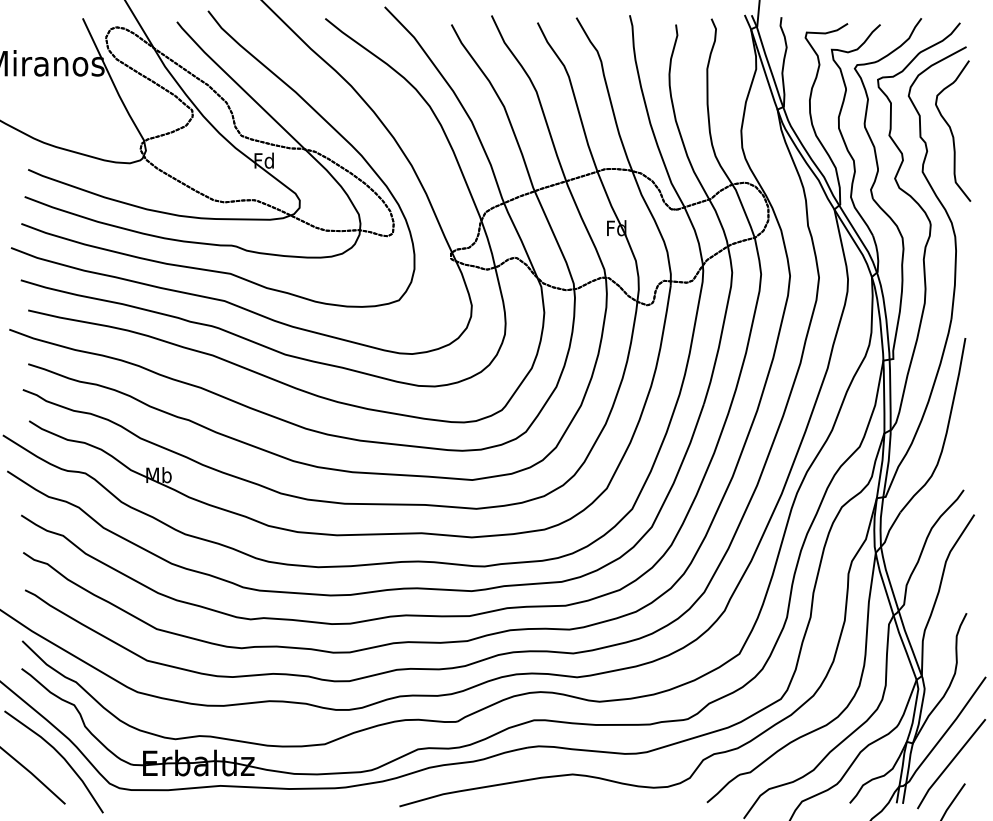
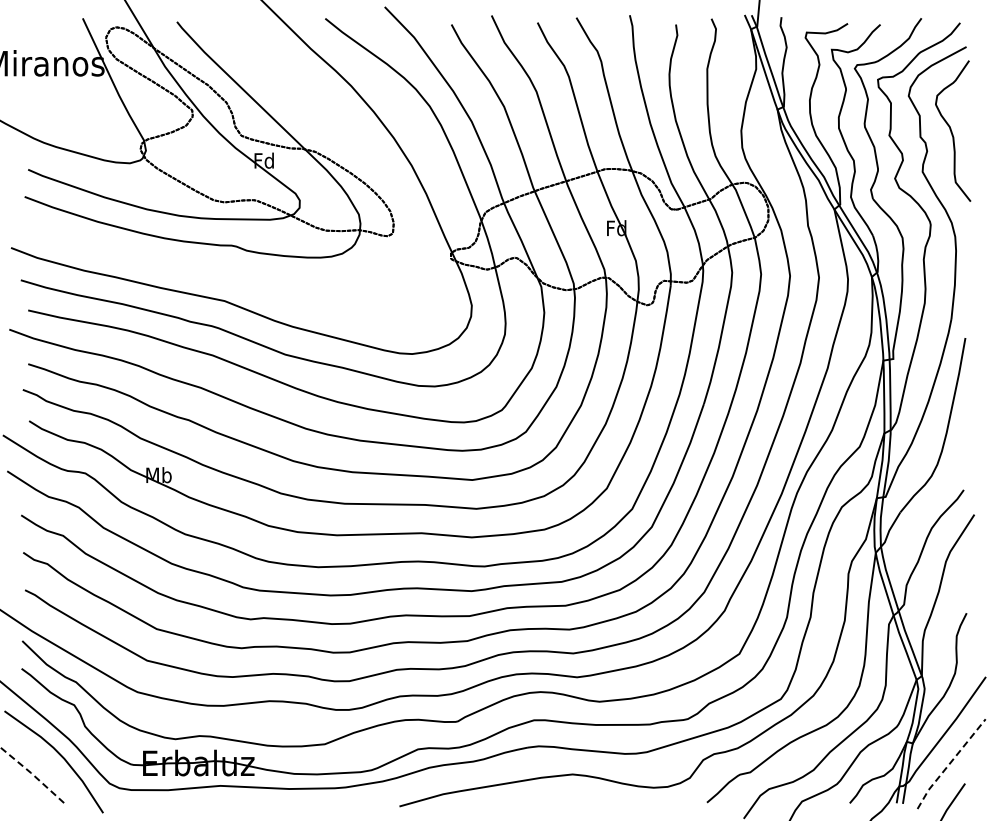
curve at (283, 83): present -> none
line at (950, 763): solid -> dashed
line at (33, 775): solid -> dashed
